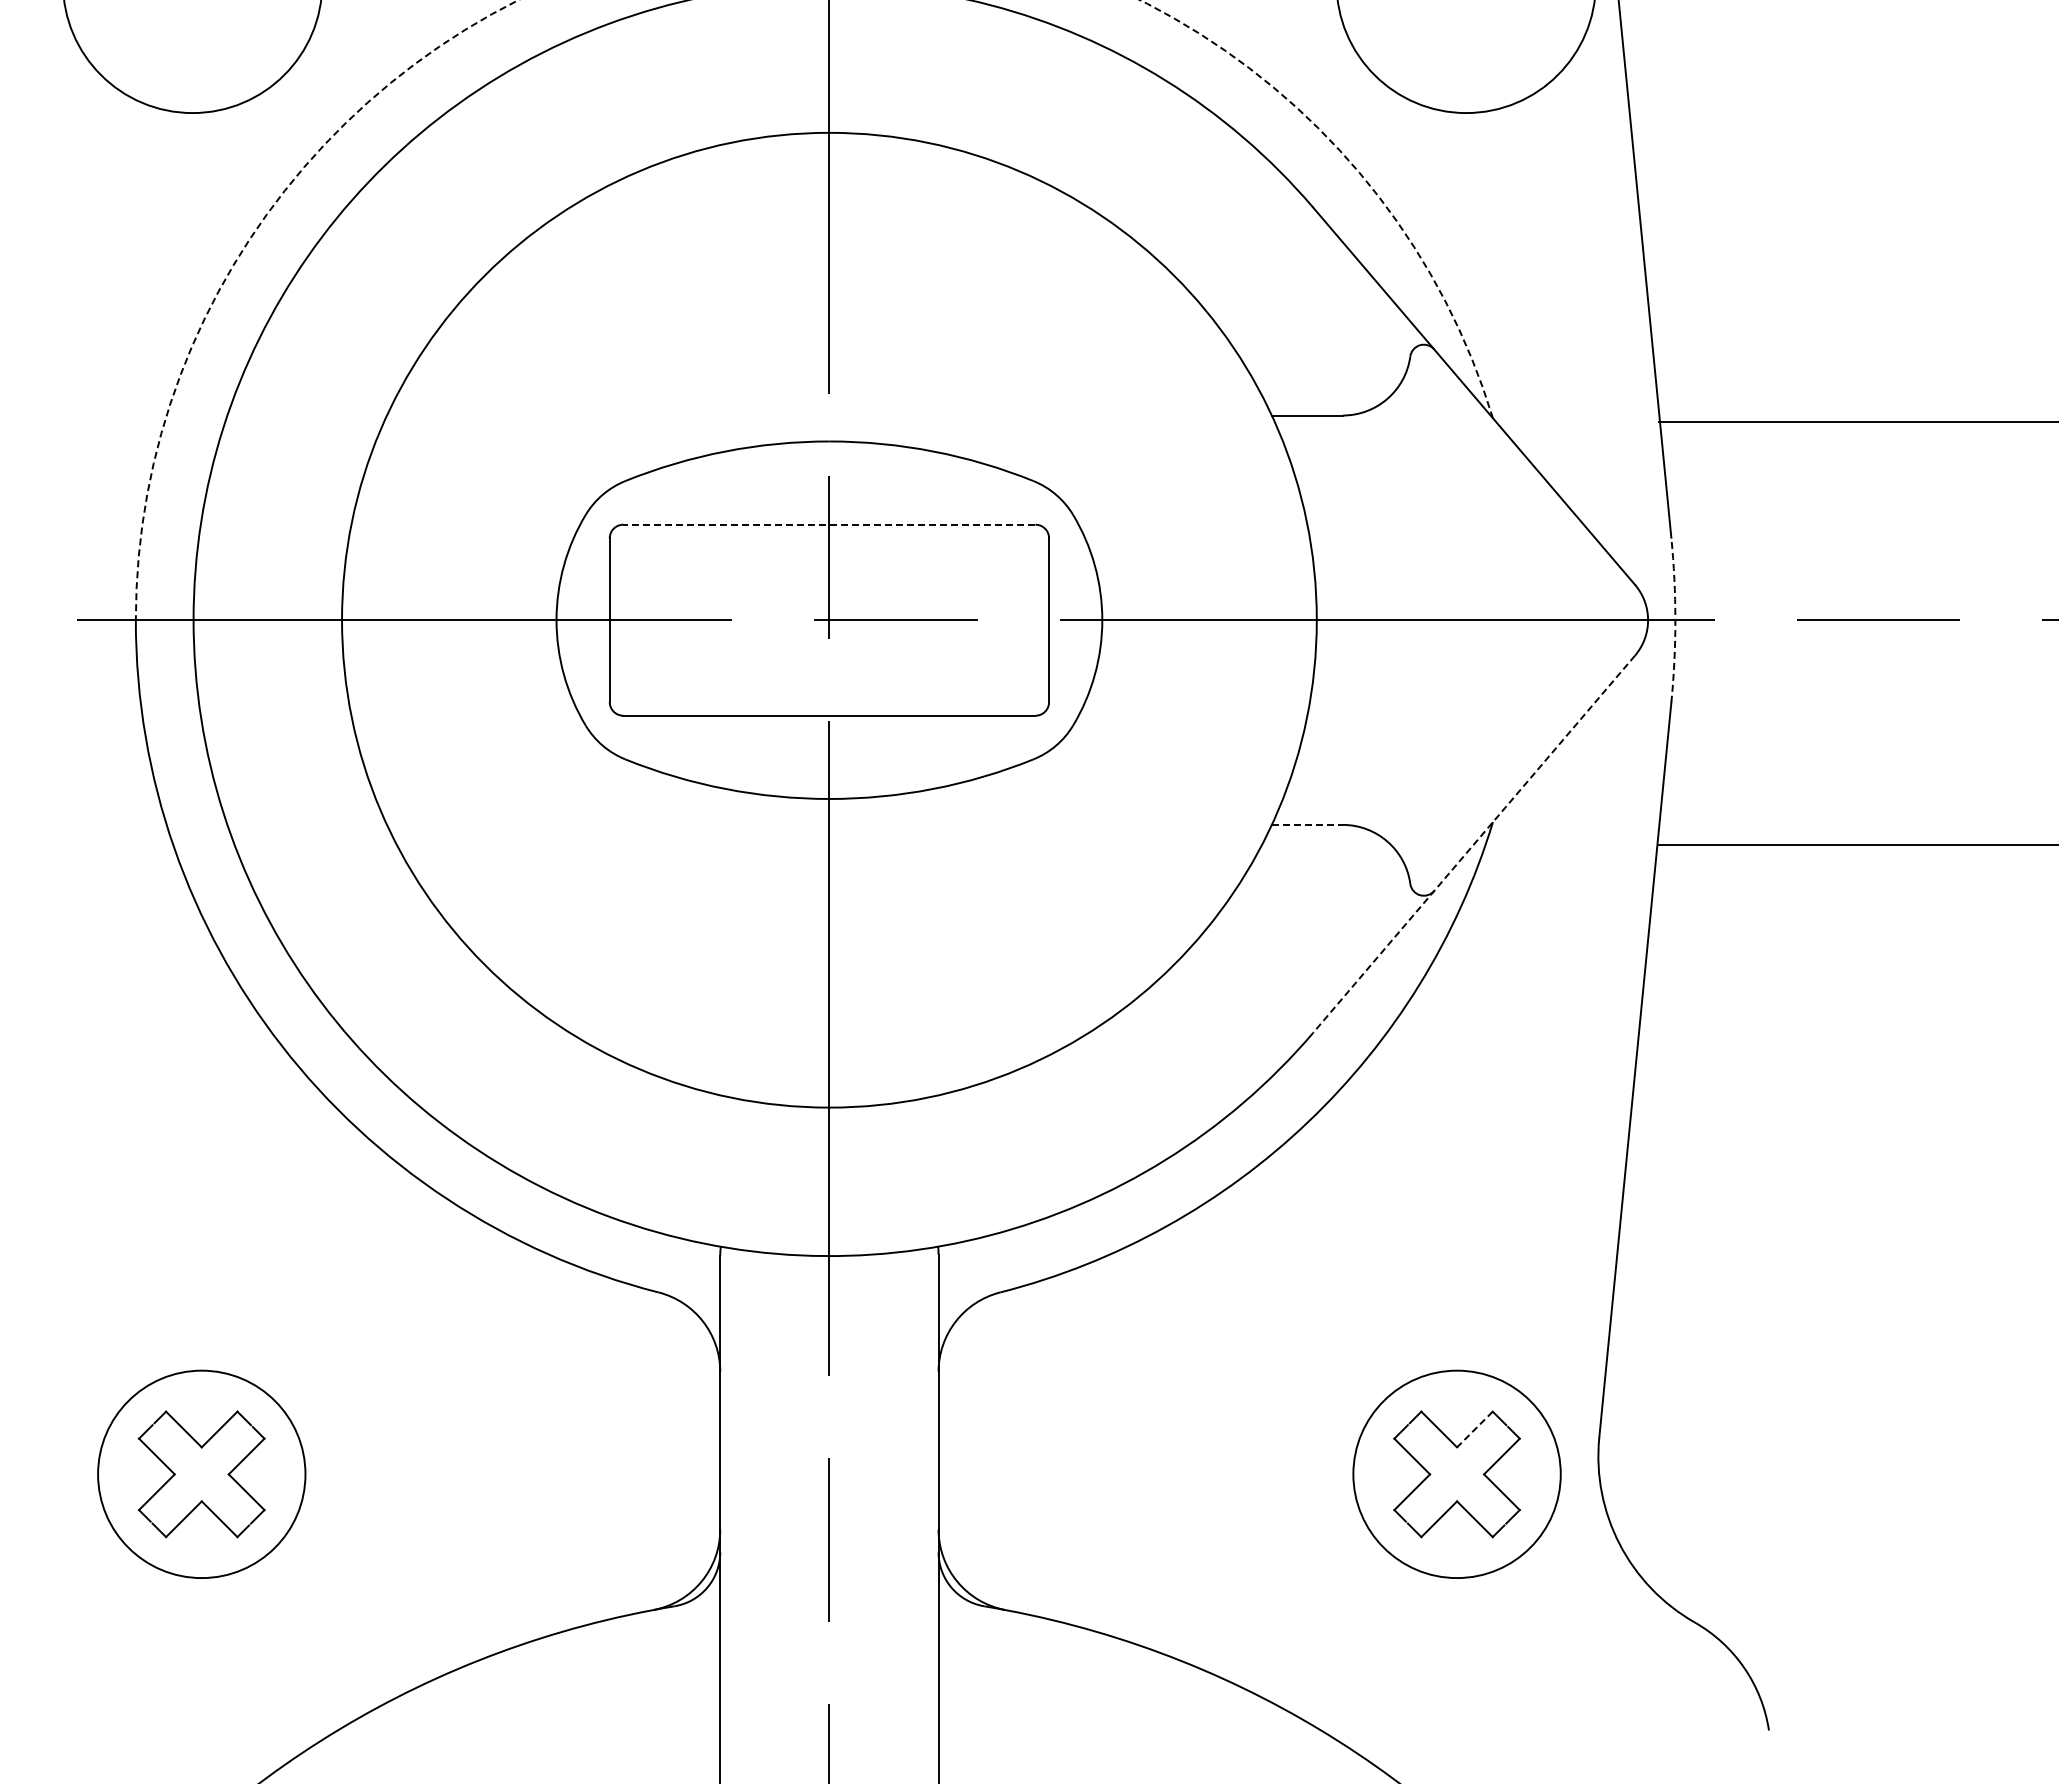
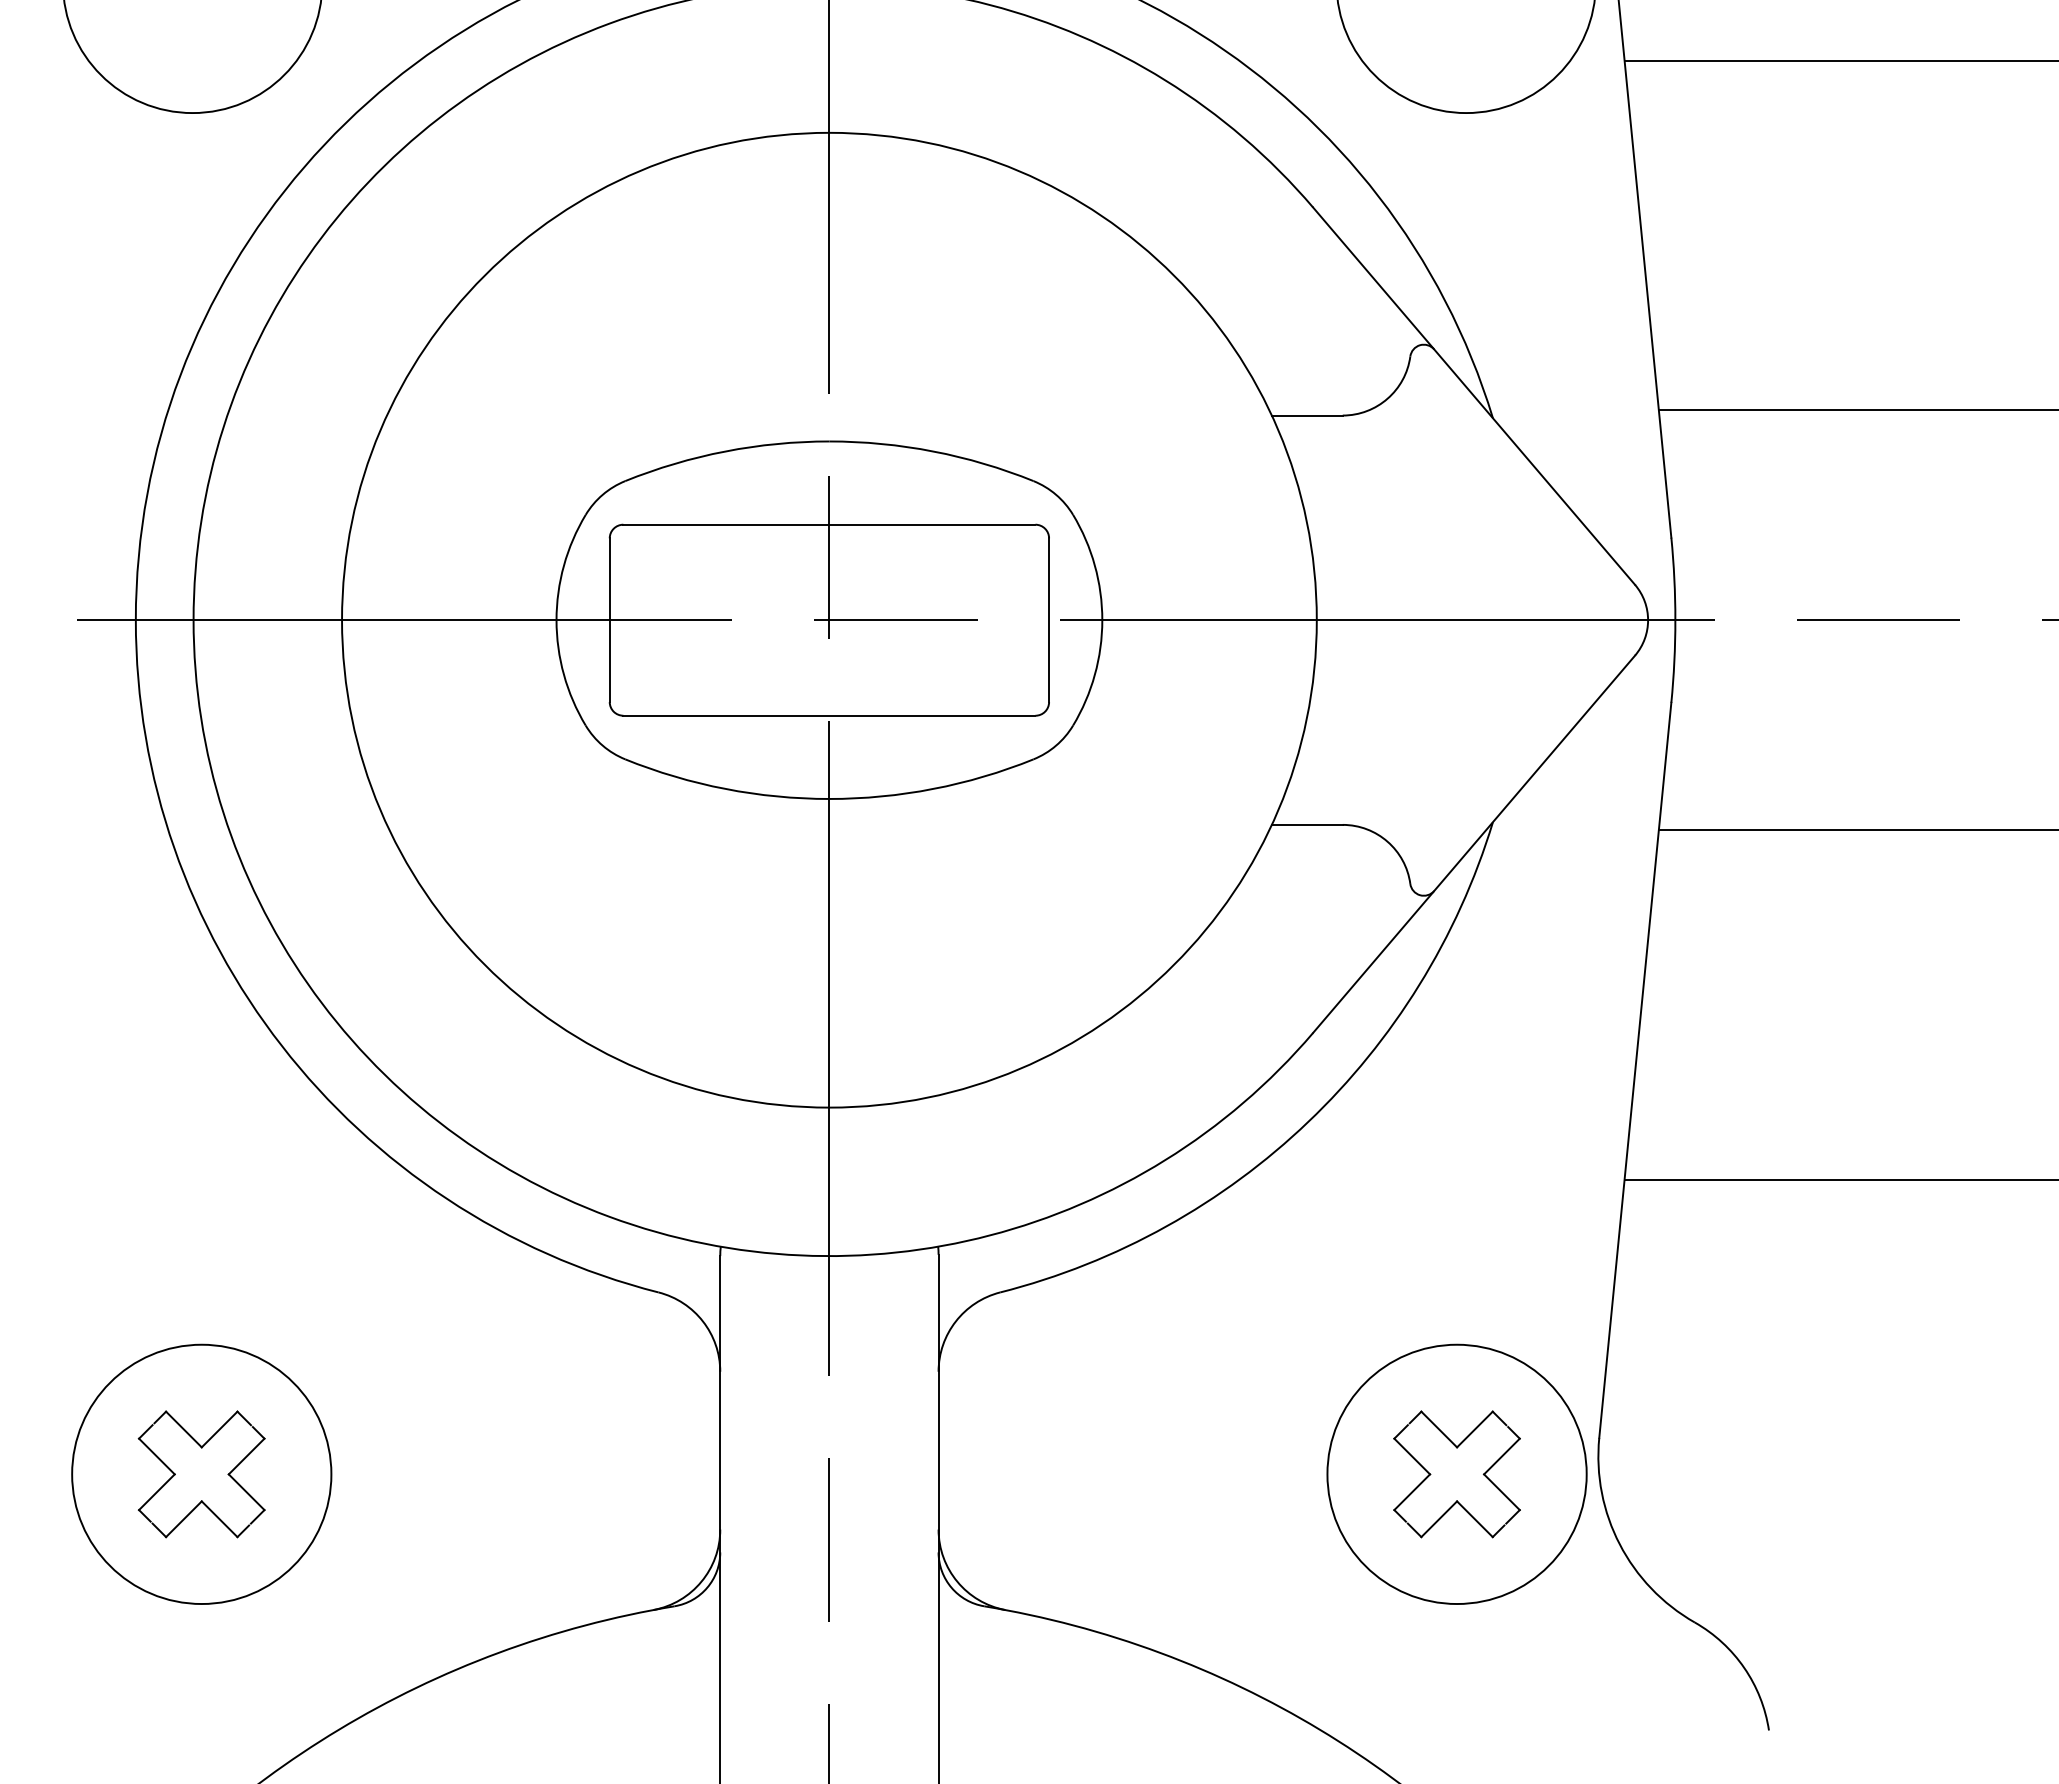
arc at (430, 52): dashed -> solid
line at (1839, 60): none -> present
line at (1856, 422) position: (1856, 422) -> (1856, 410)
line at (828, 524): dashed -> solid
arc at (1675, 620): dashed -> solid
line at (1307, 824): dashed -> solid
line at (1474, 844): dashed -> solid
line at (1856, 845) position: (1856, 845) -> (1856, 830)
line at (1839, 1179): none -> present
line at (1474, 1429): dashed -> solid
circle at (201, 1474) diameter: 207 px -> 259 px
circle at (1456, 1474) diameter: 207 px -> 259 px
